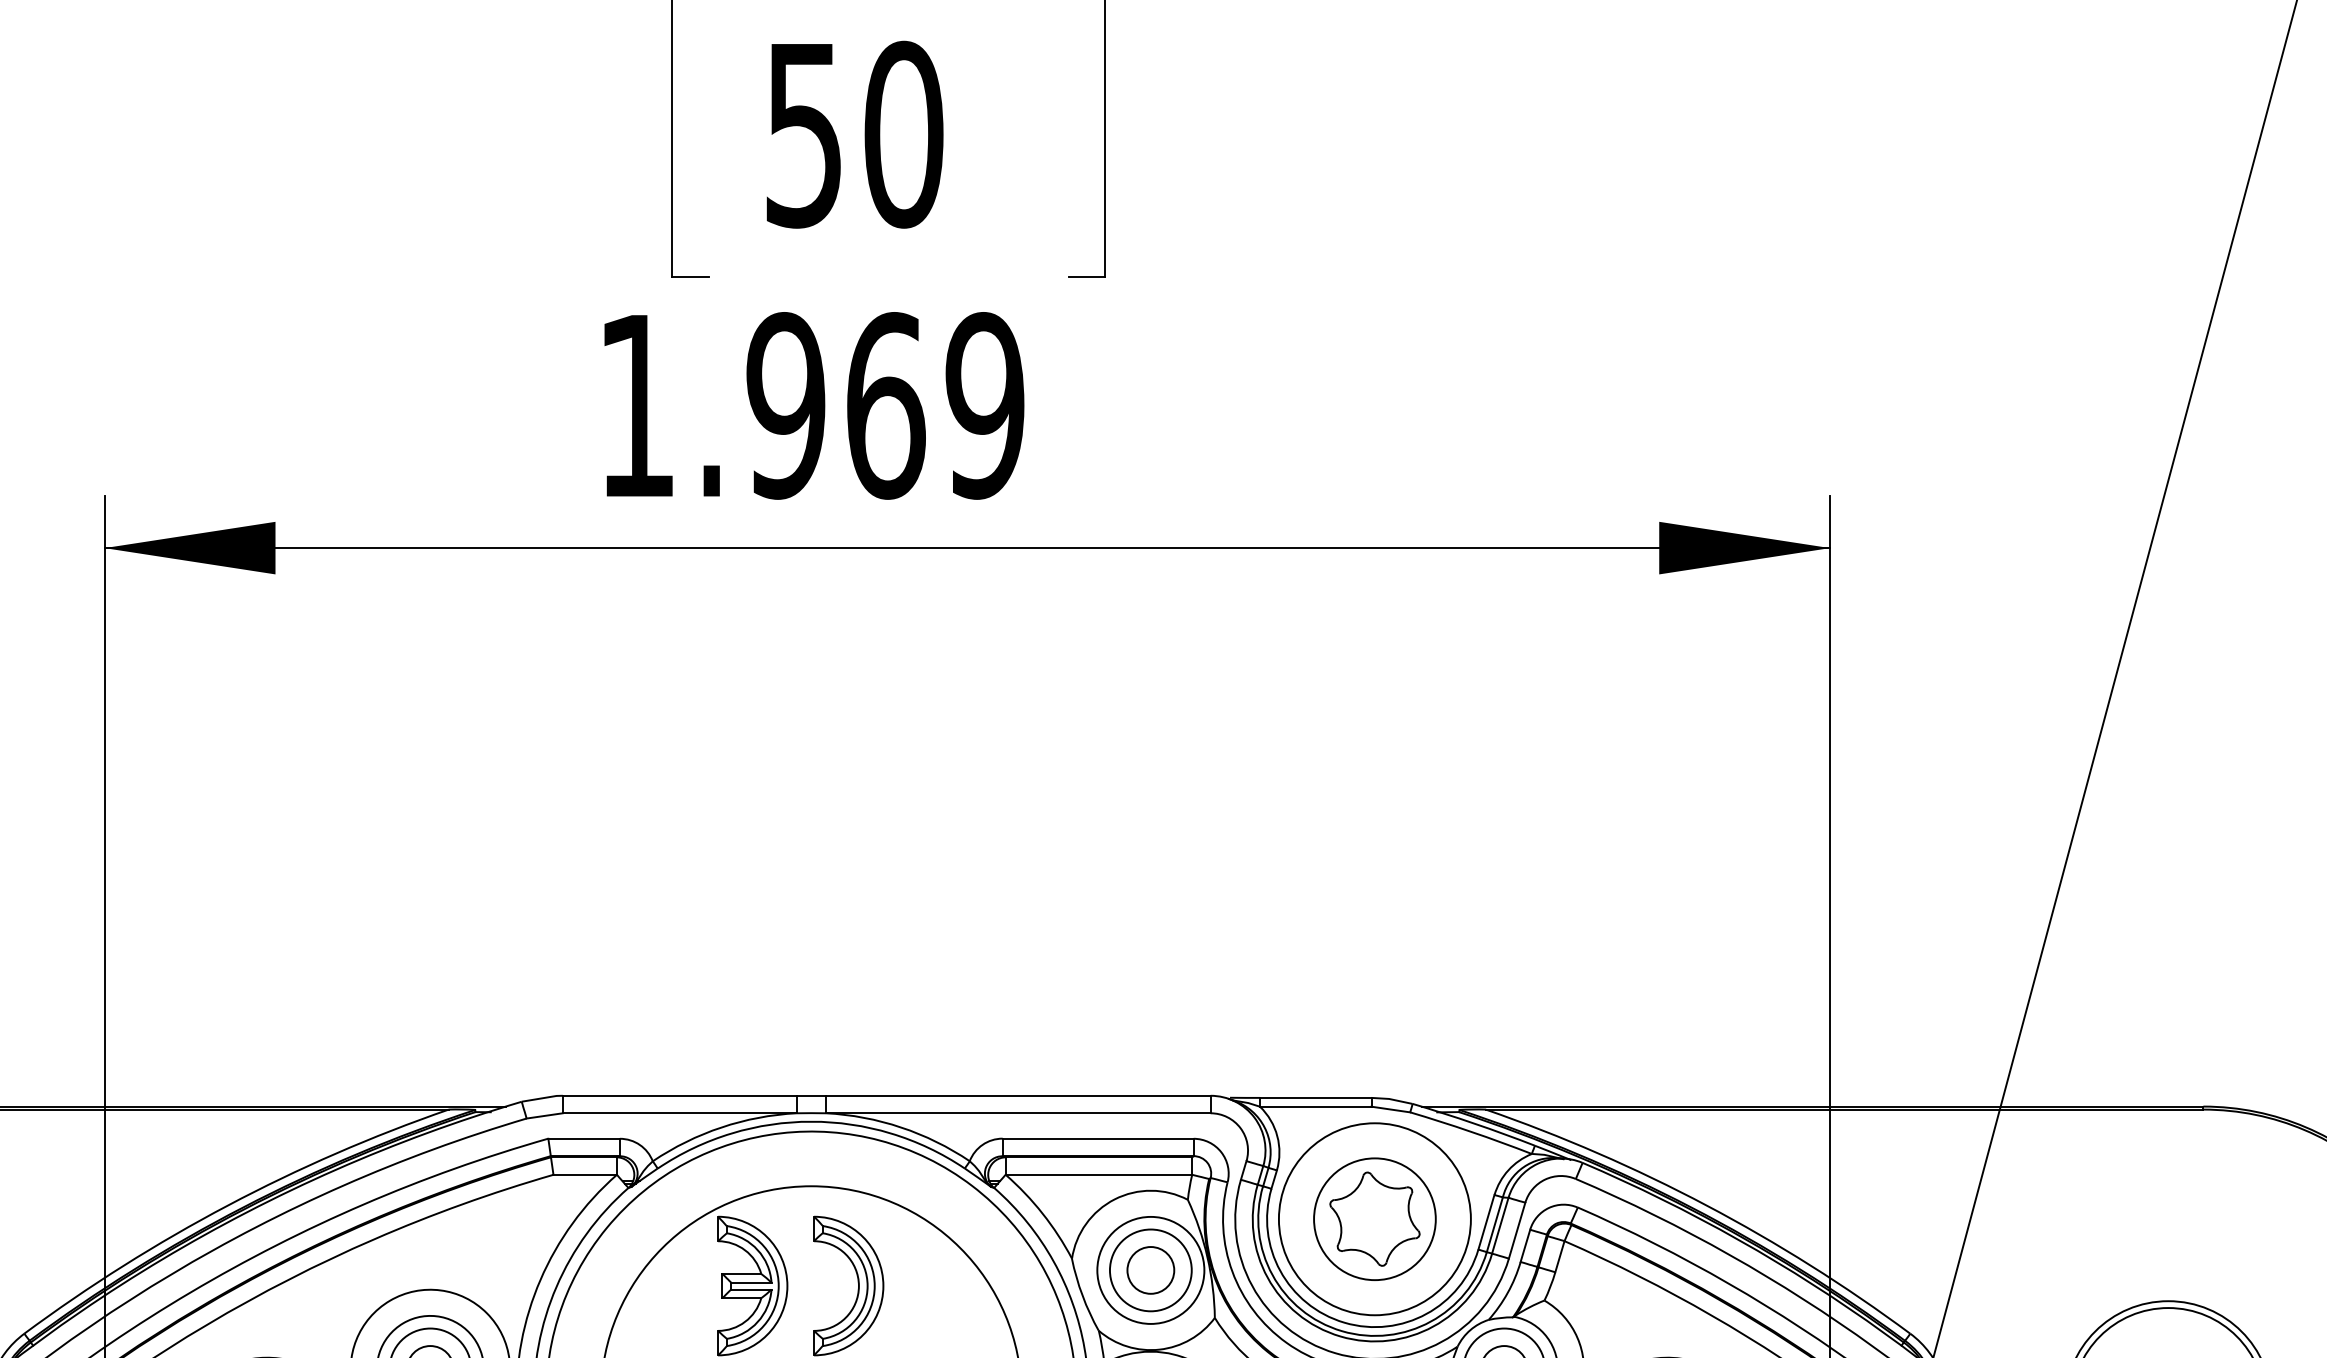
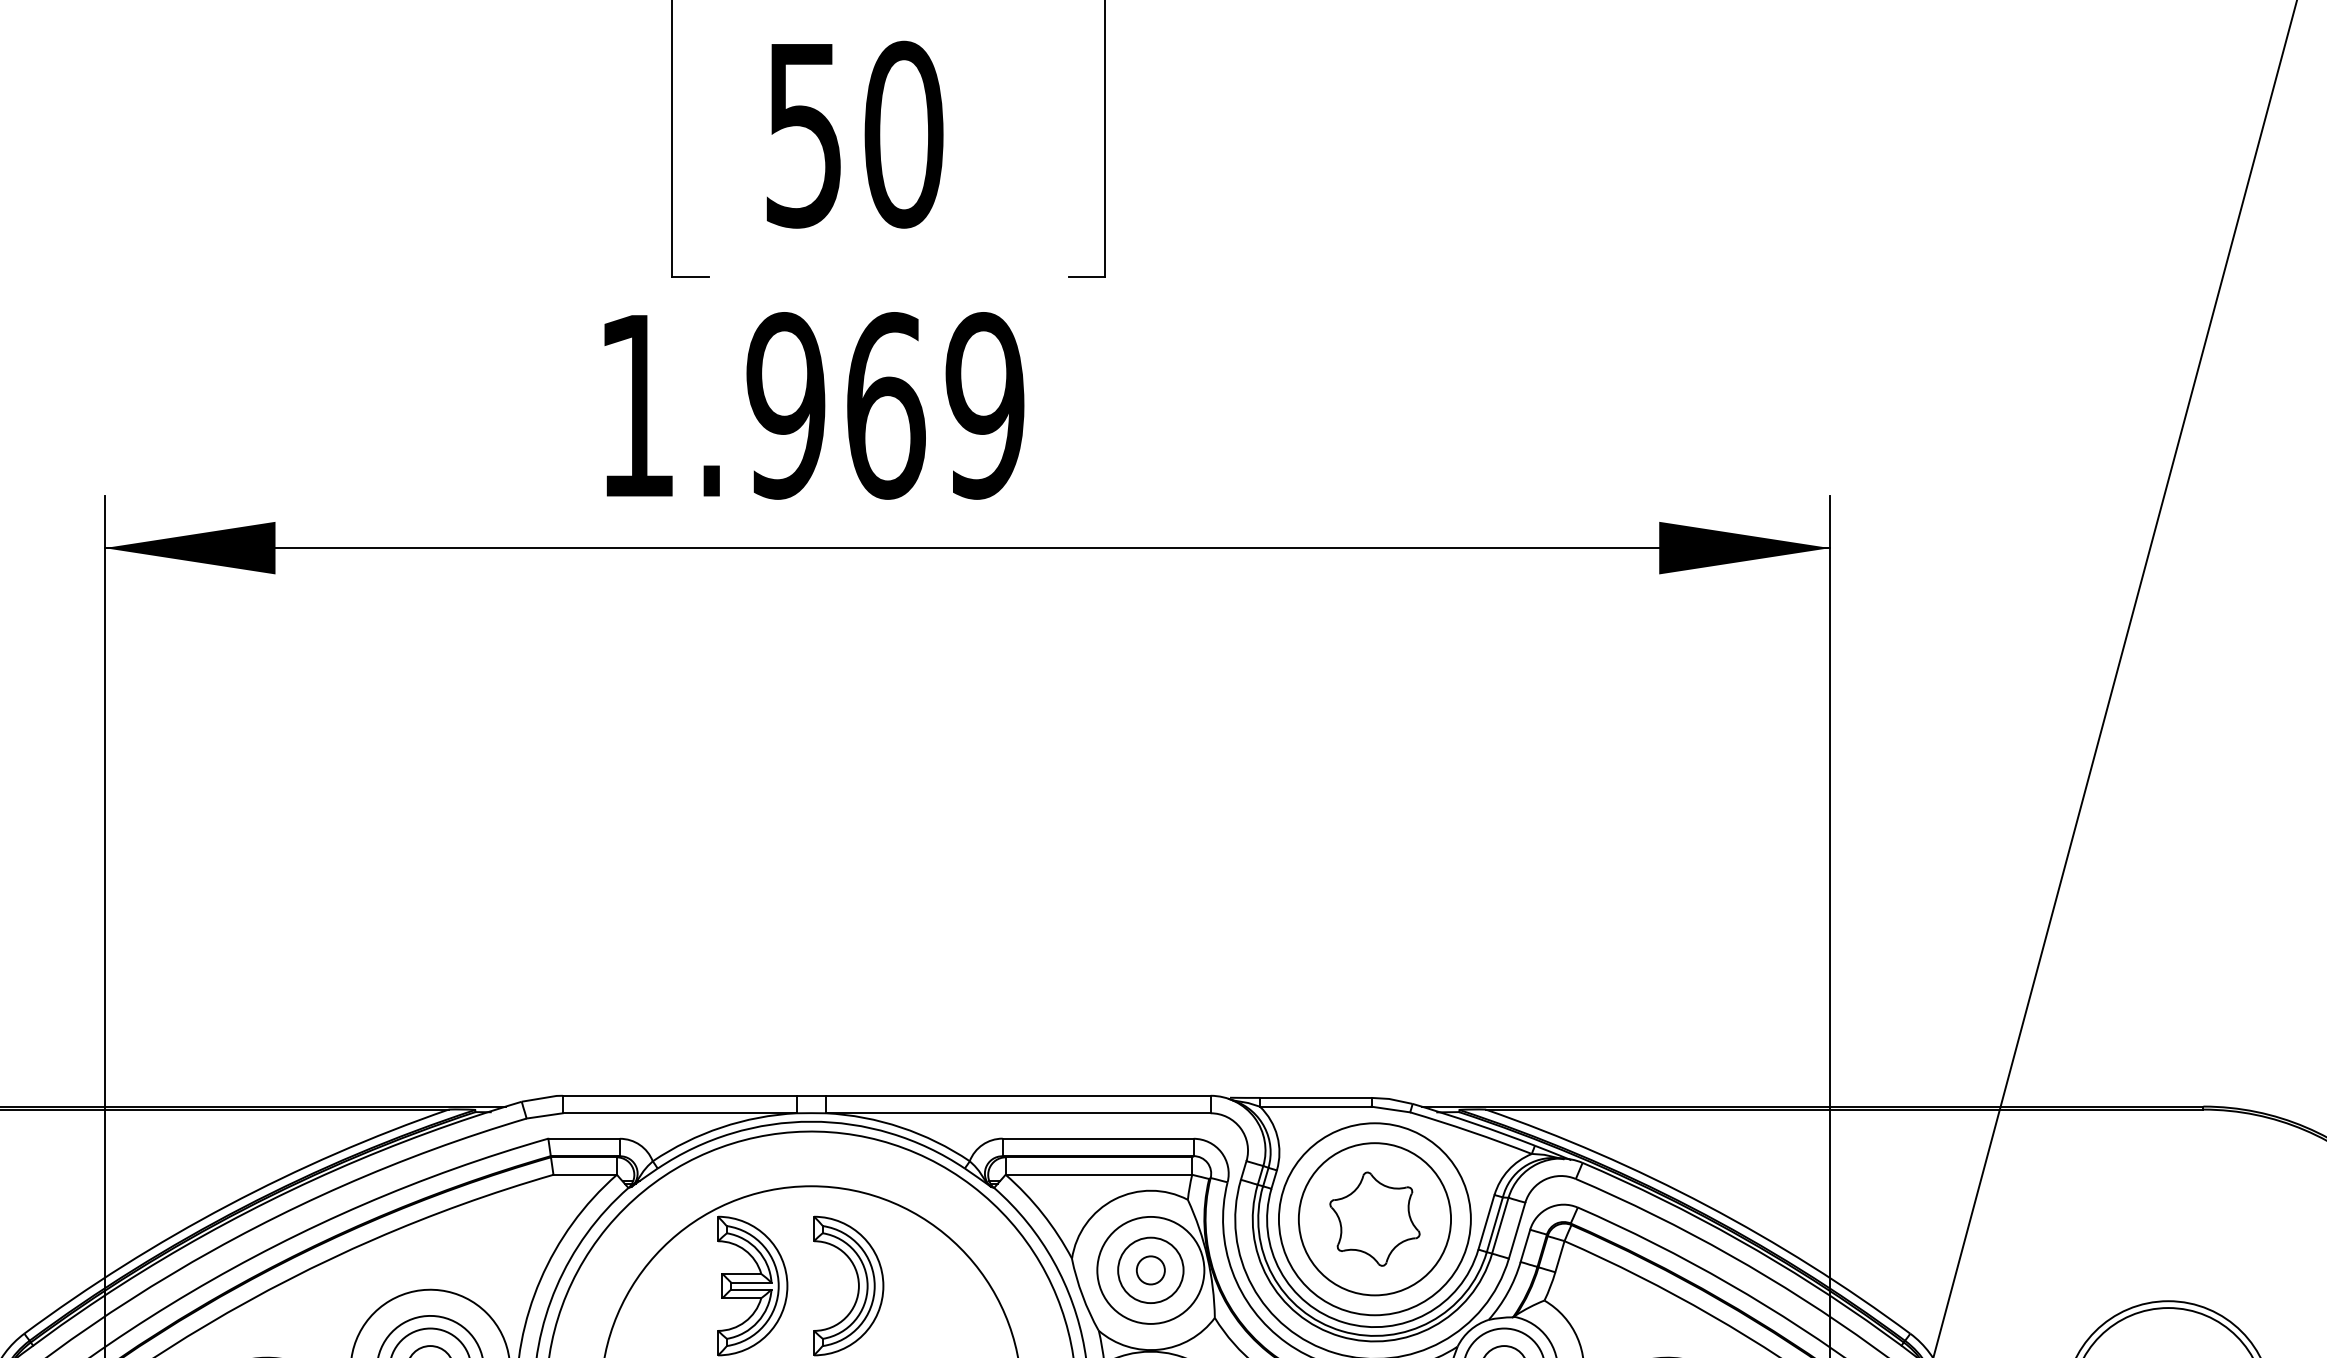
circle at (1374, 1219) diameter: 122 px -> 152 px
circle at (1150, 1270) diameter: 47 px -> 28 px
circle at (1150, 1270) diameter: 82 px -> 65 px
